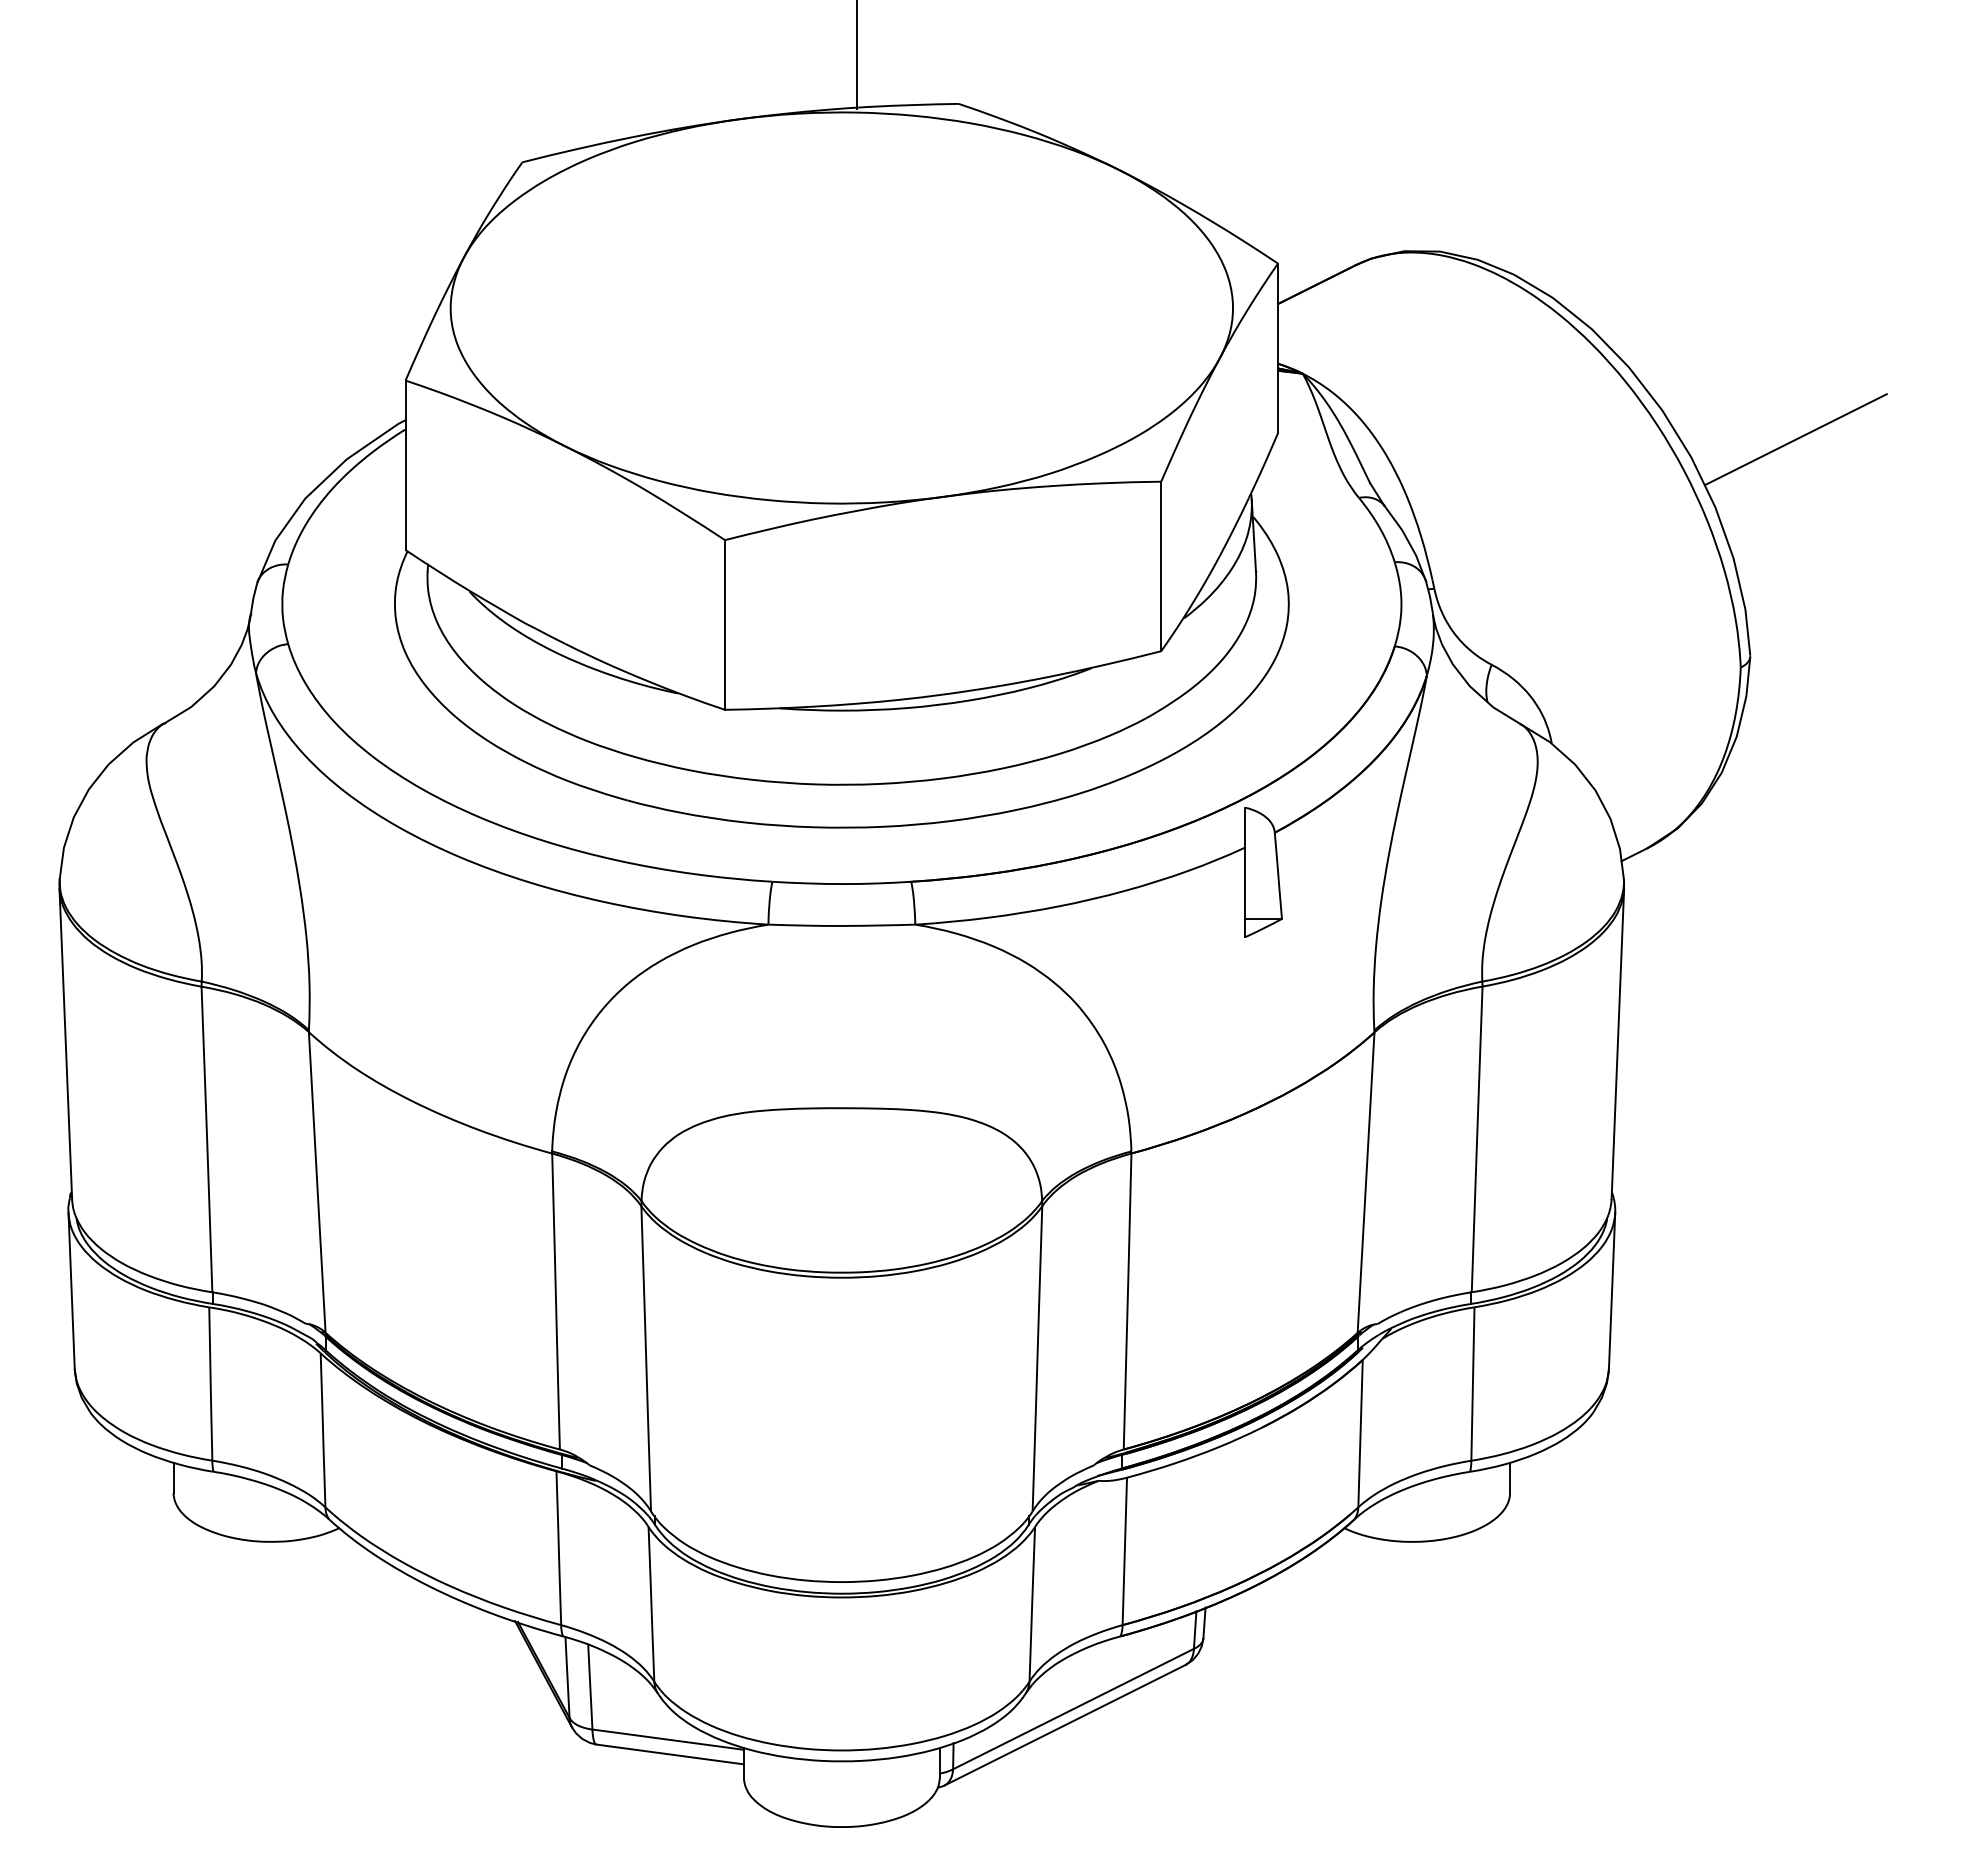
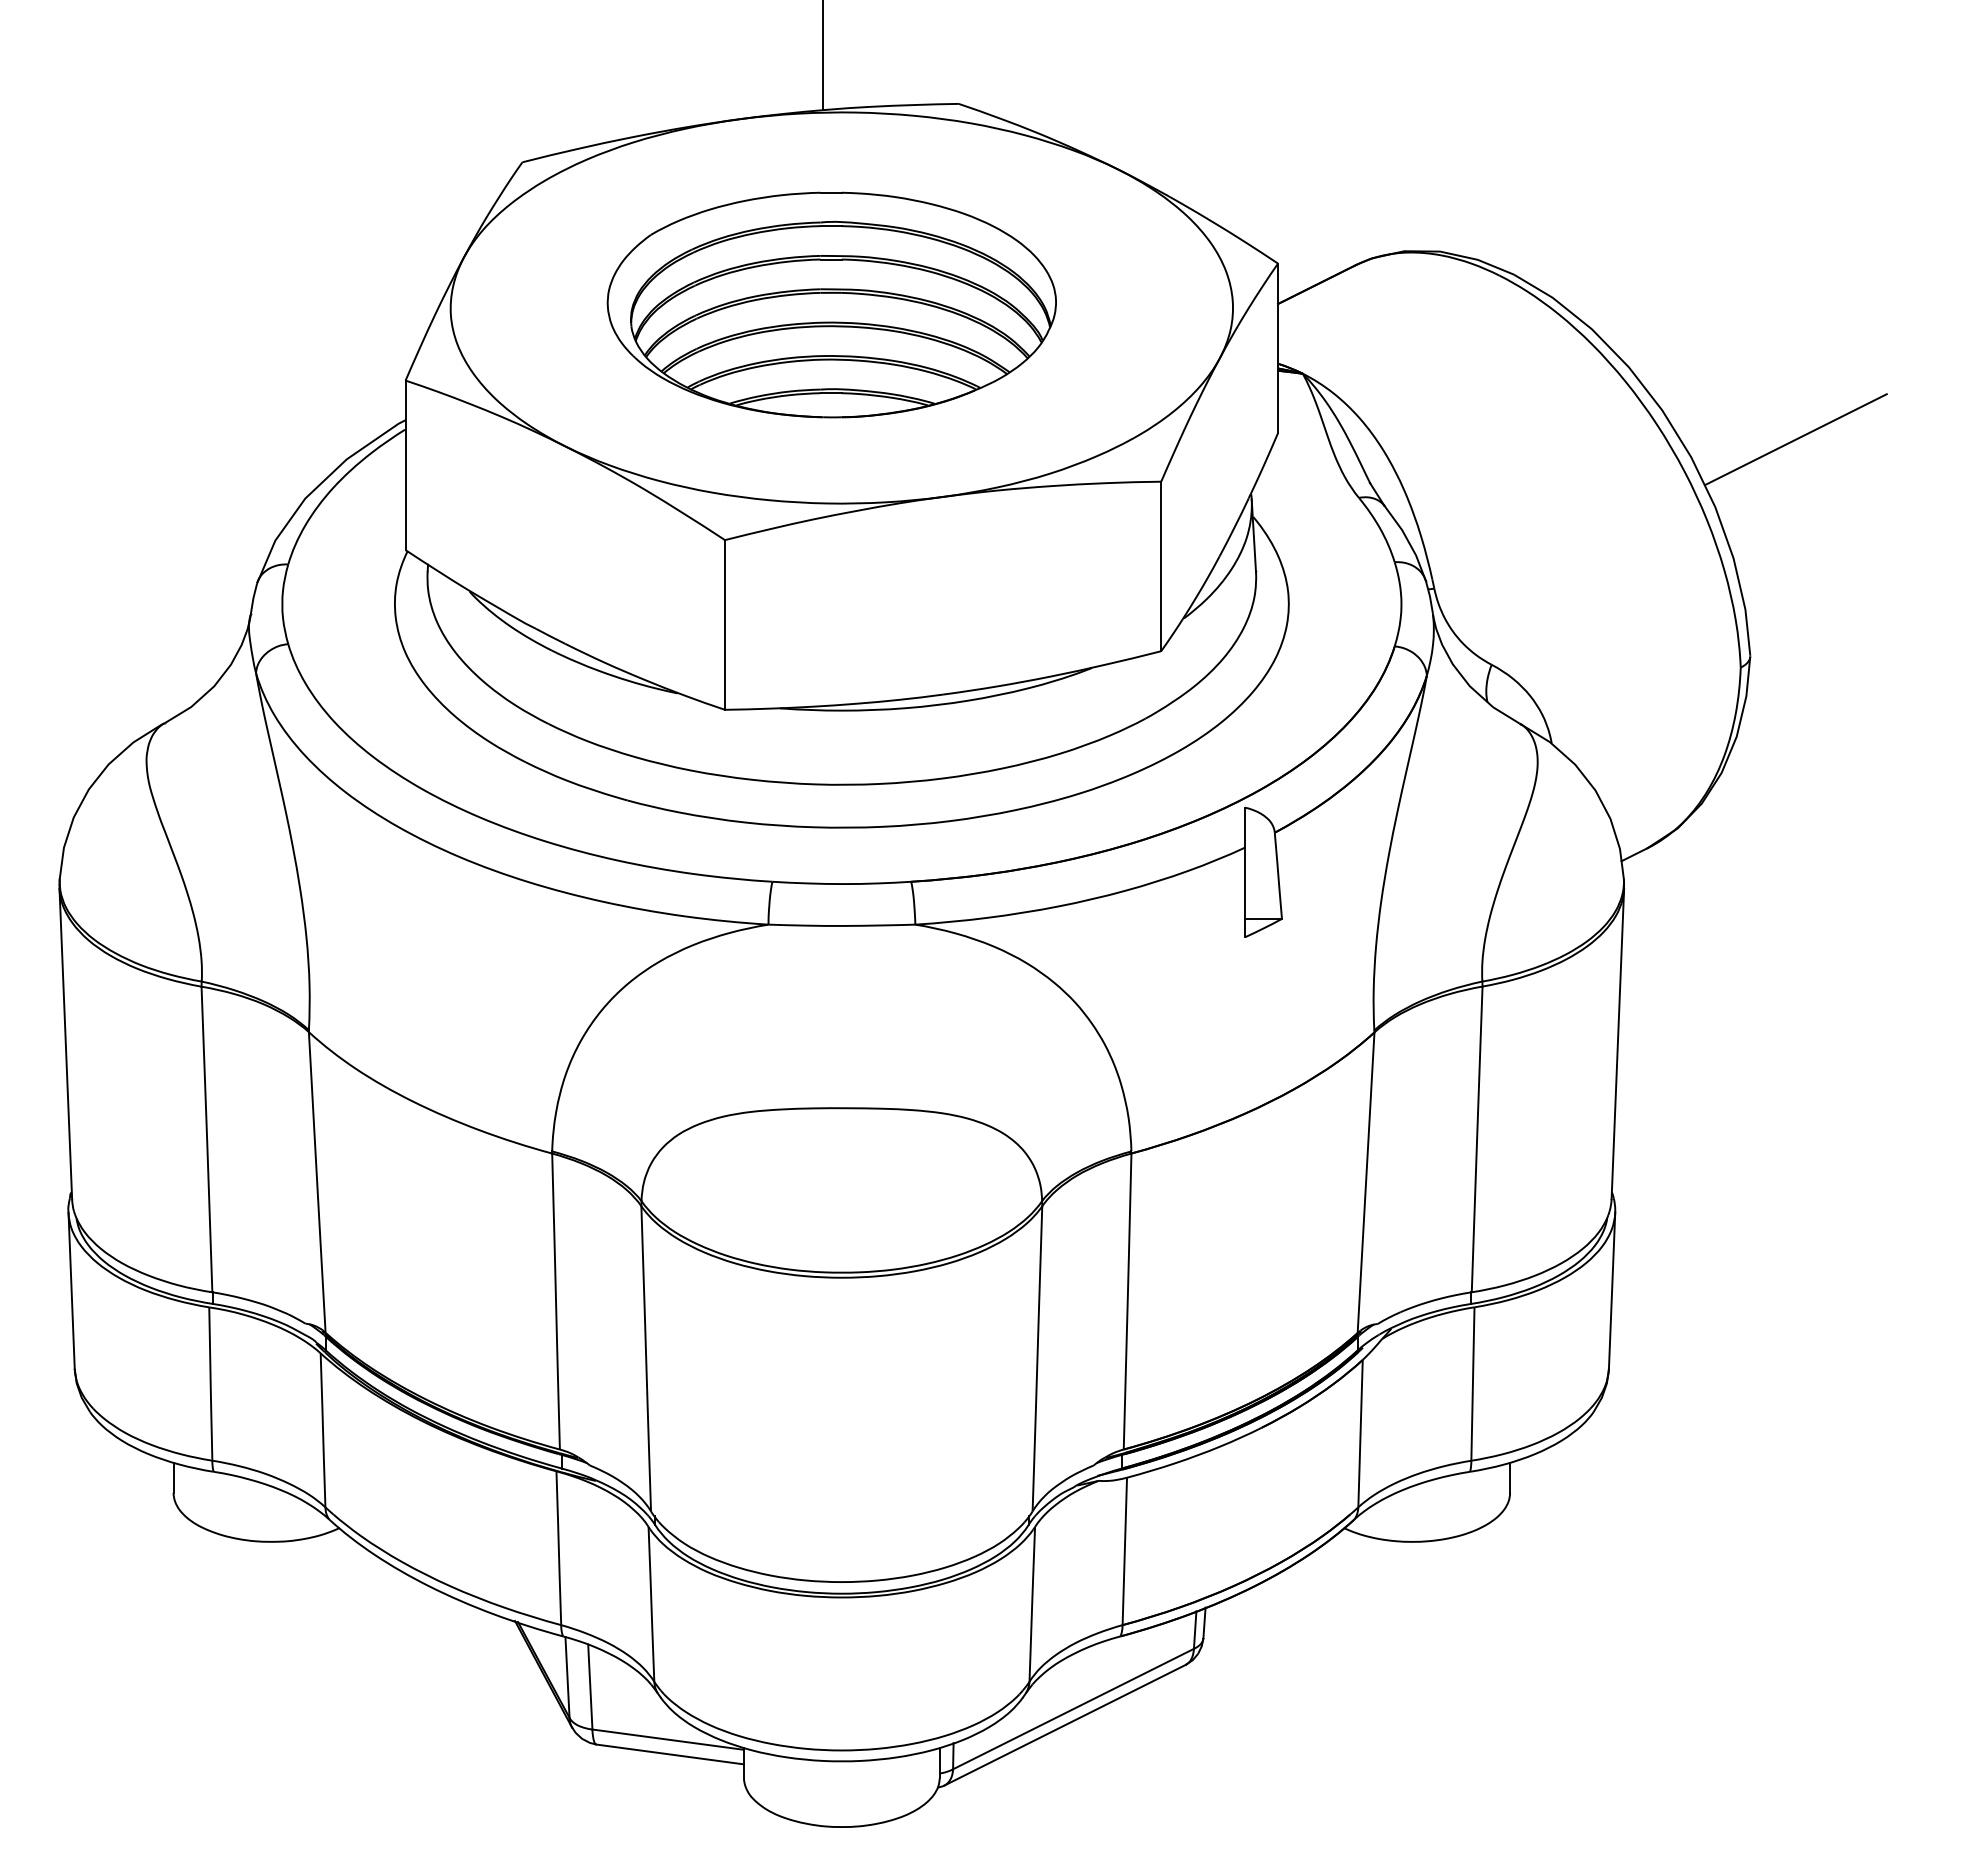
line at (856, 56) position: (856, 56) -> (822, 56)
part at (831, 304): none -> present
